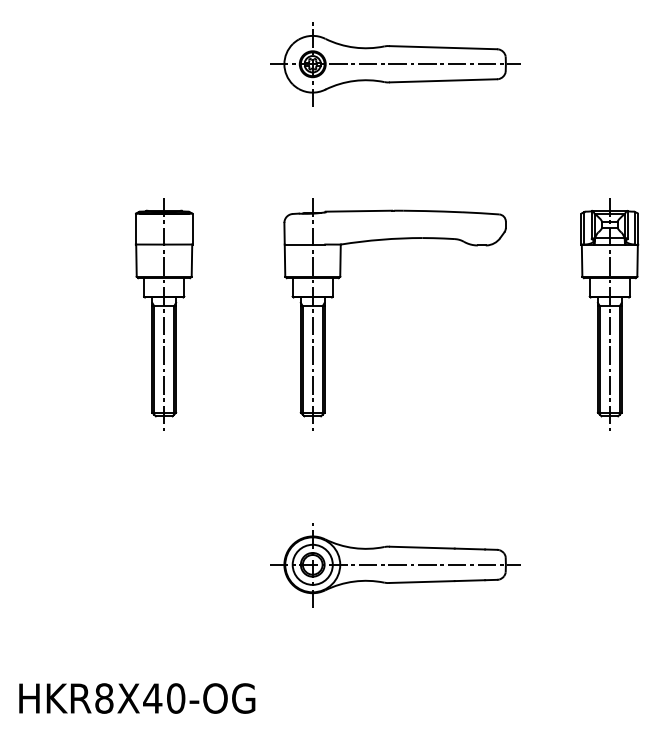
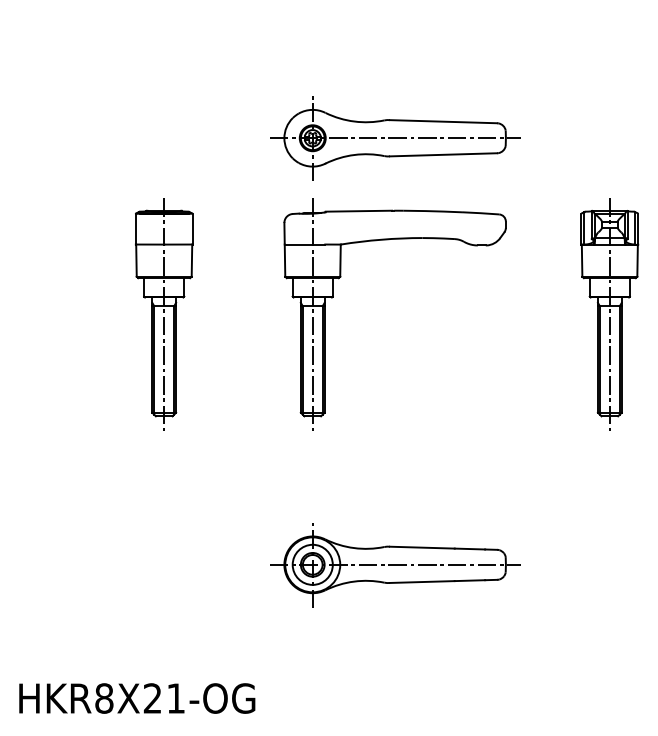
part at (395, 64) position: (395, 64) -> (395, 138)
text at (164, 698): HKR8X40-OG -> HKR8X21-OG
